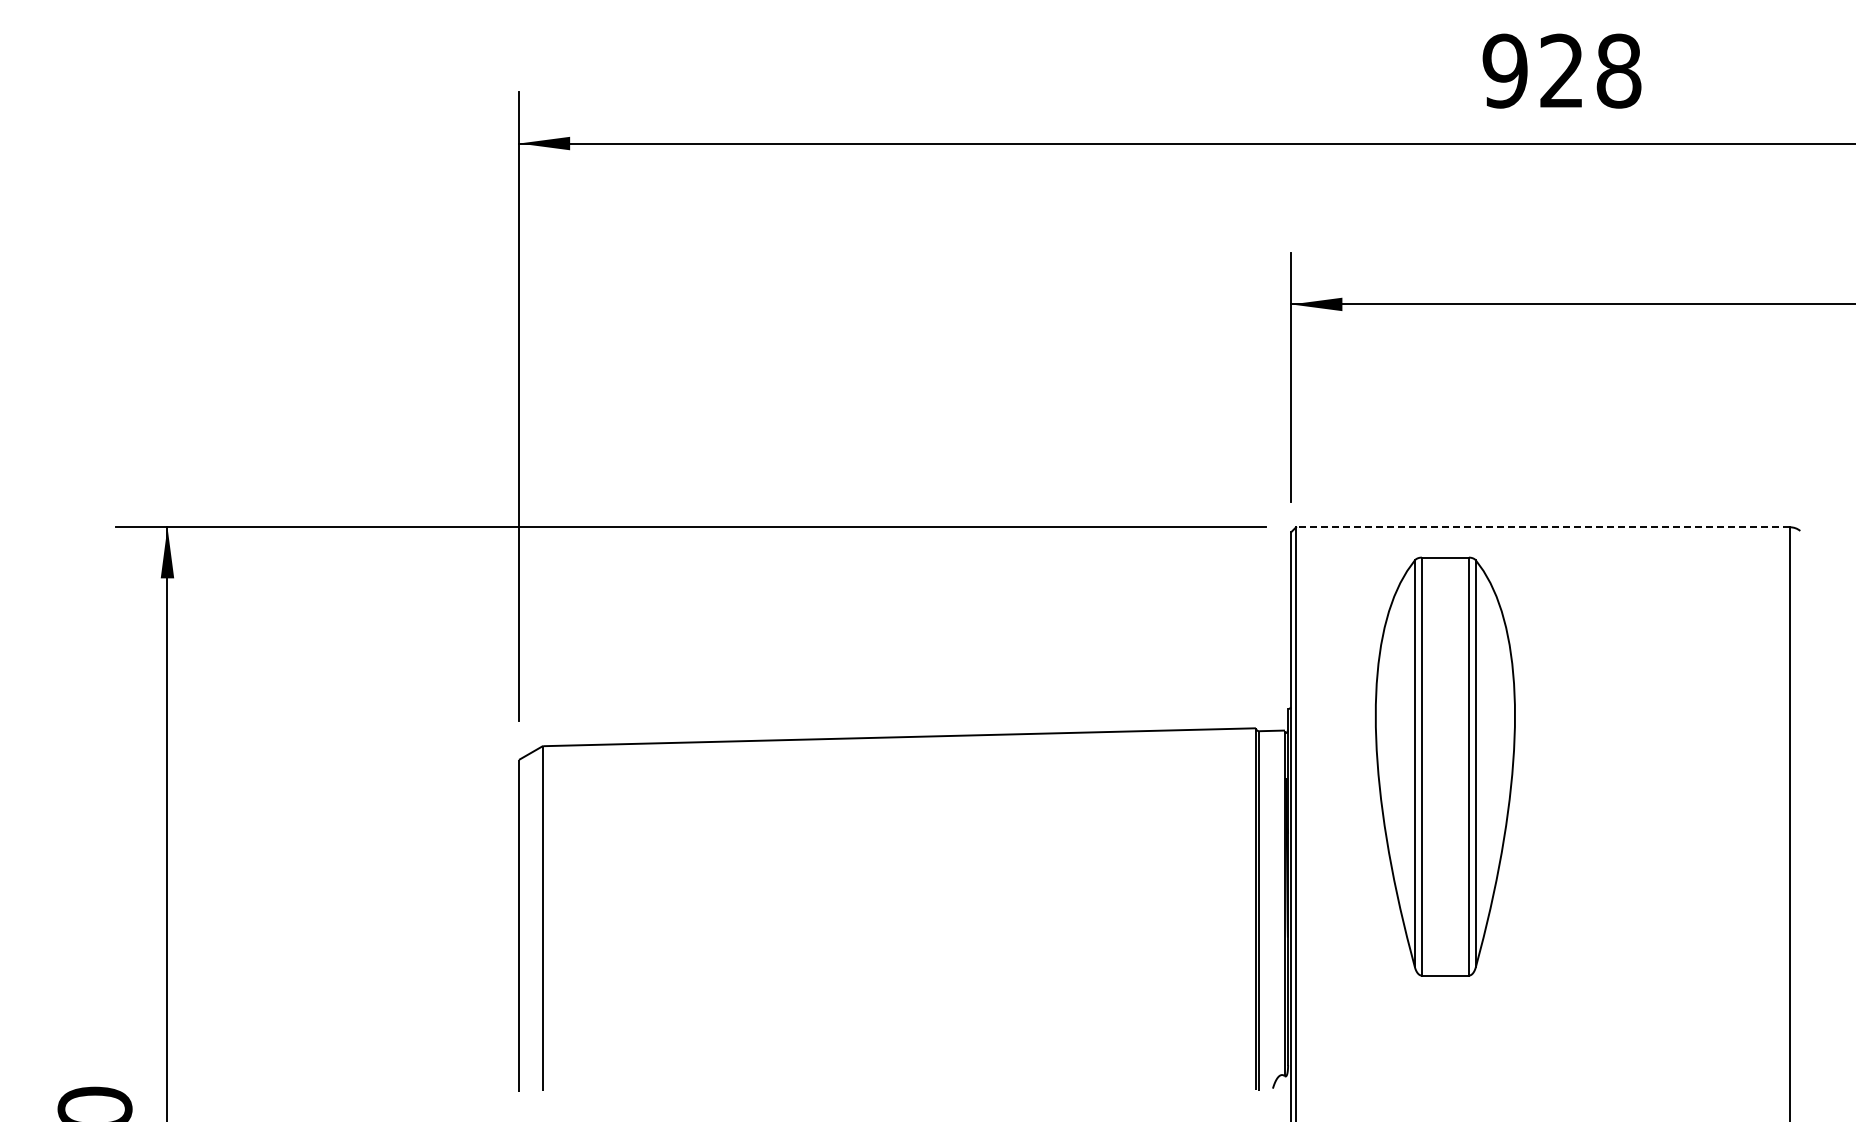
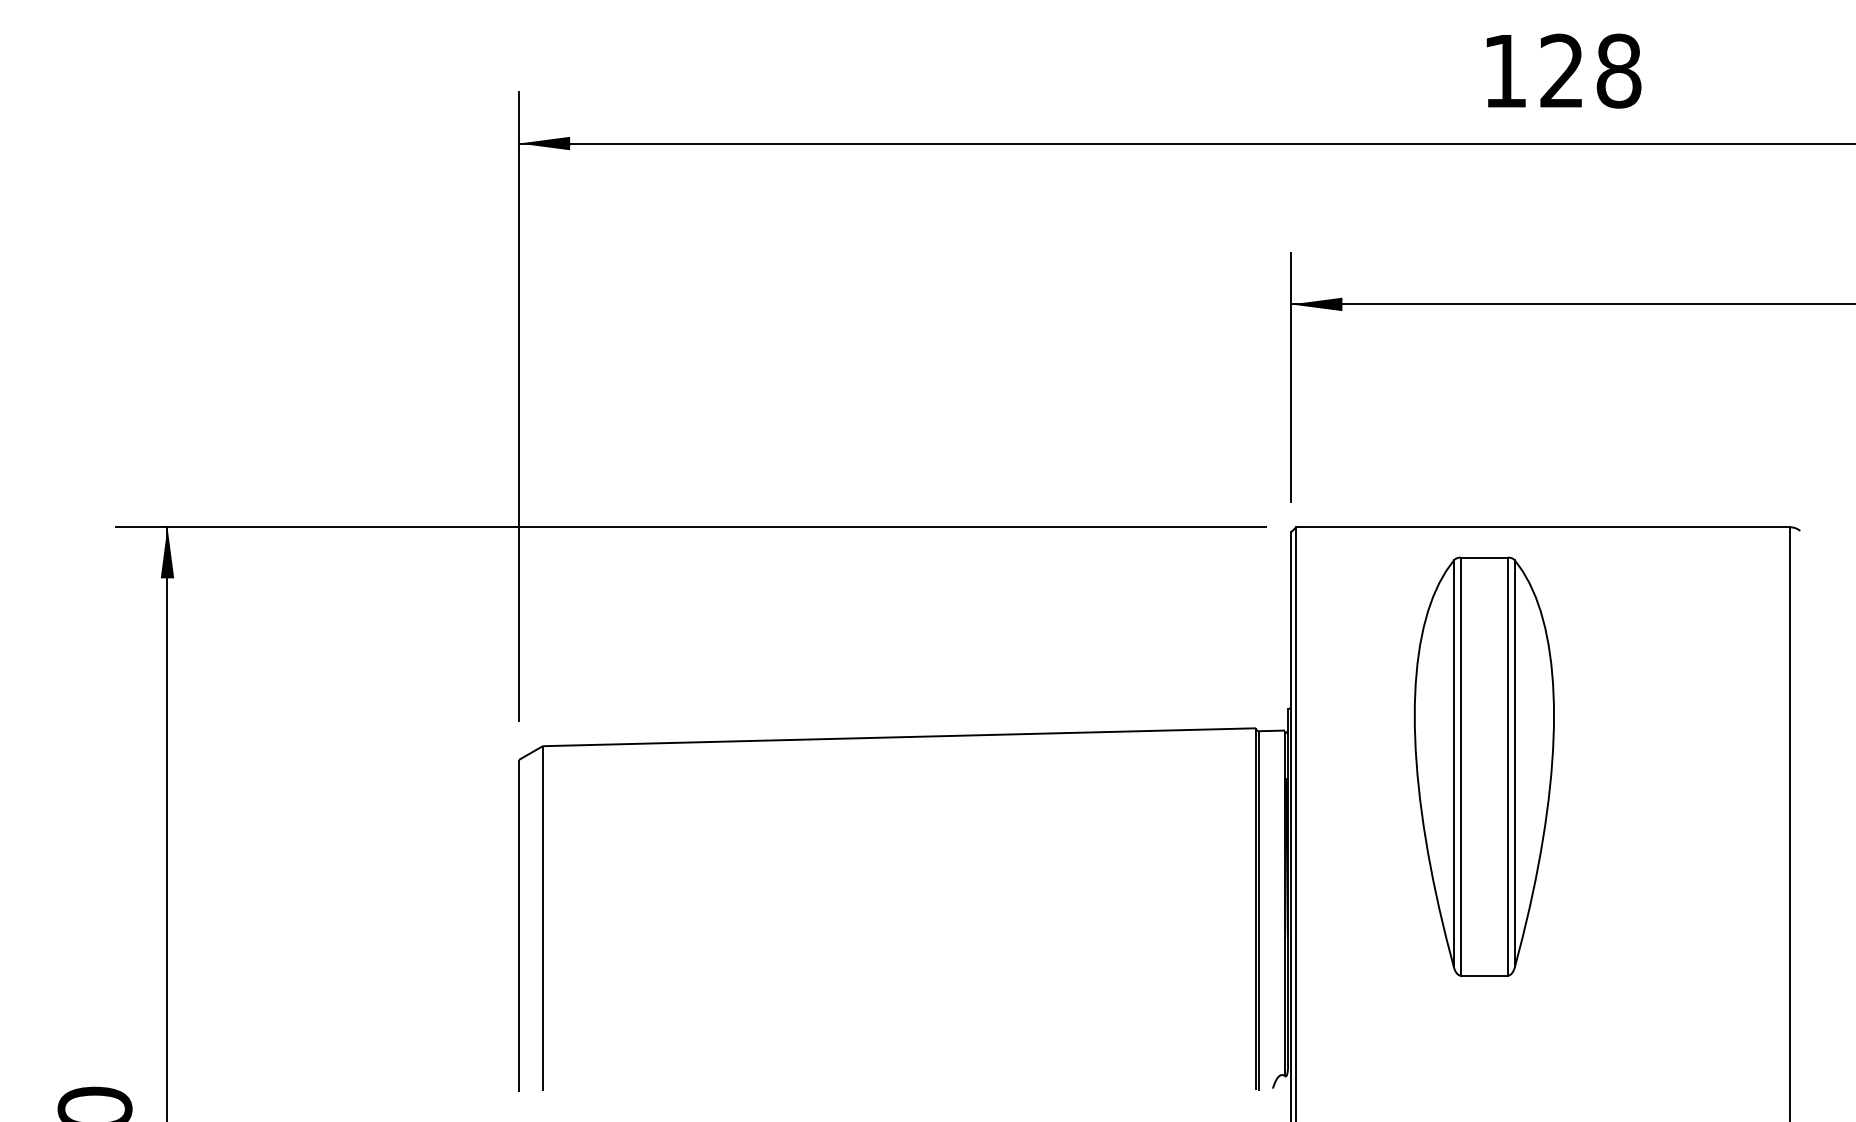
text at (1504, 70): 928 -> 128
line at (1543, 527): dashed -> solid
part at (1445, 766) position: (1445, 766) -> (1484, 766)
